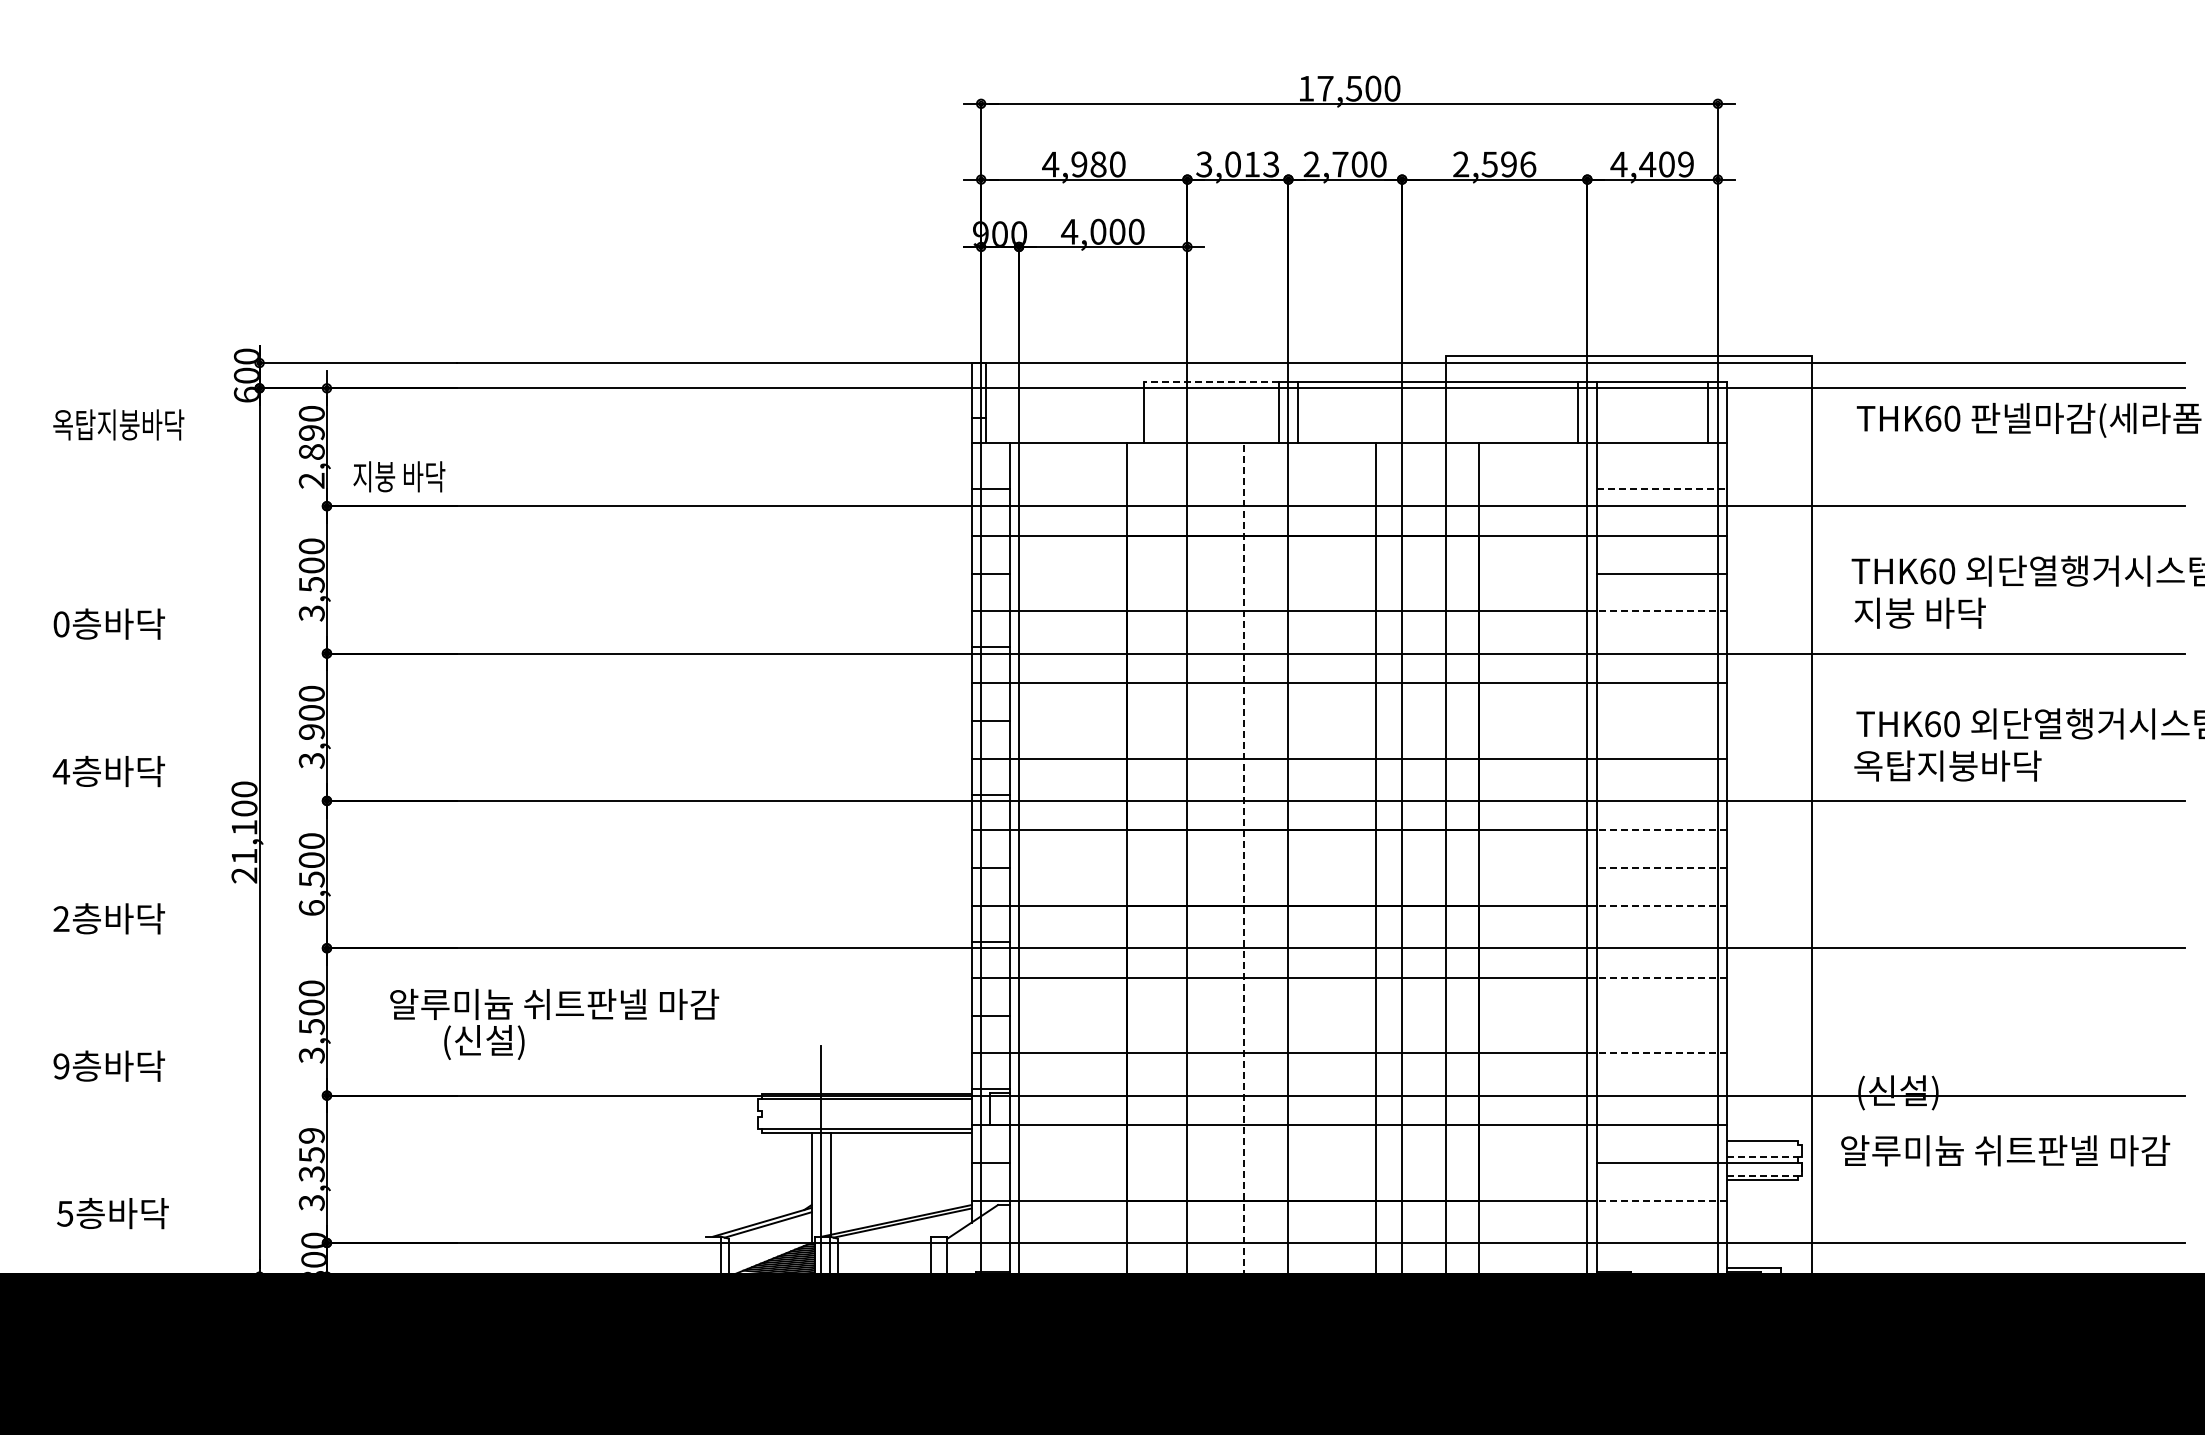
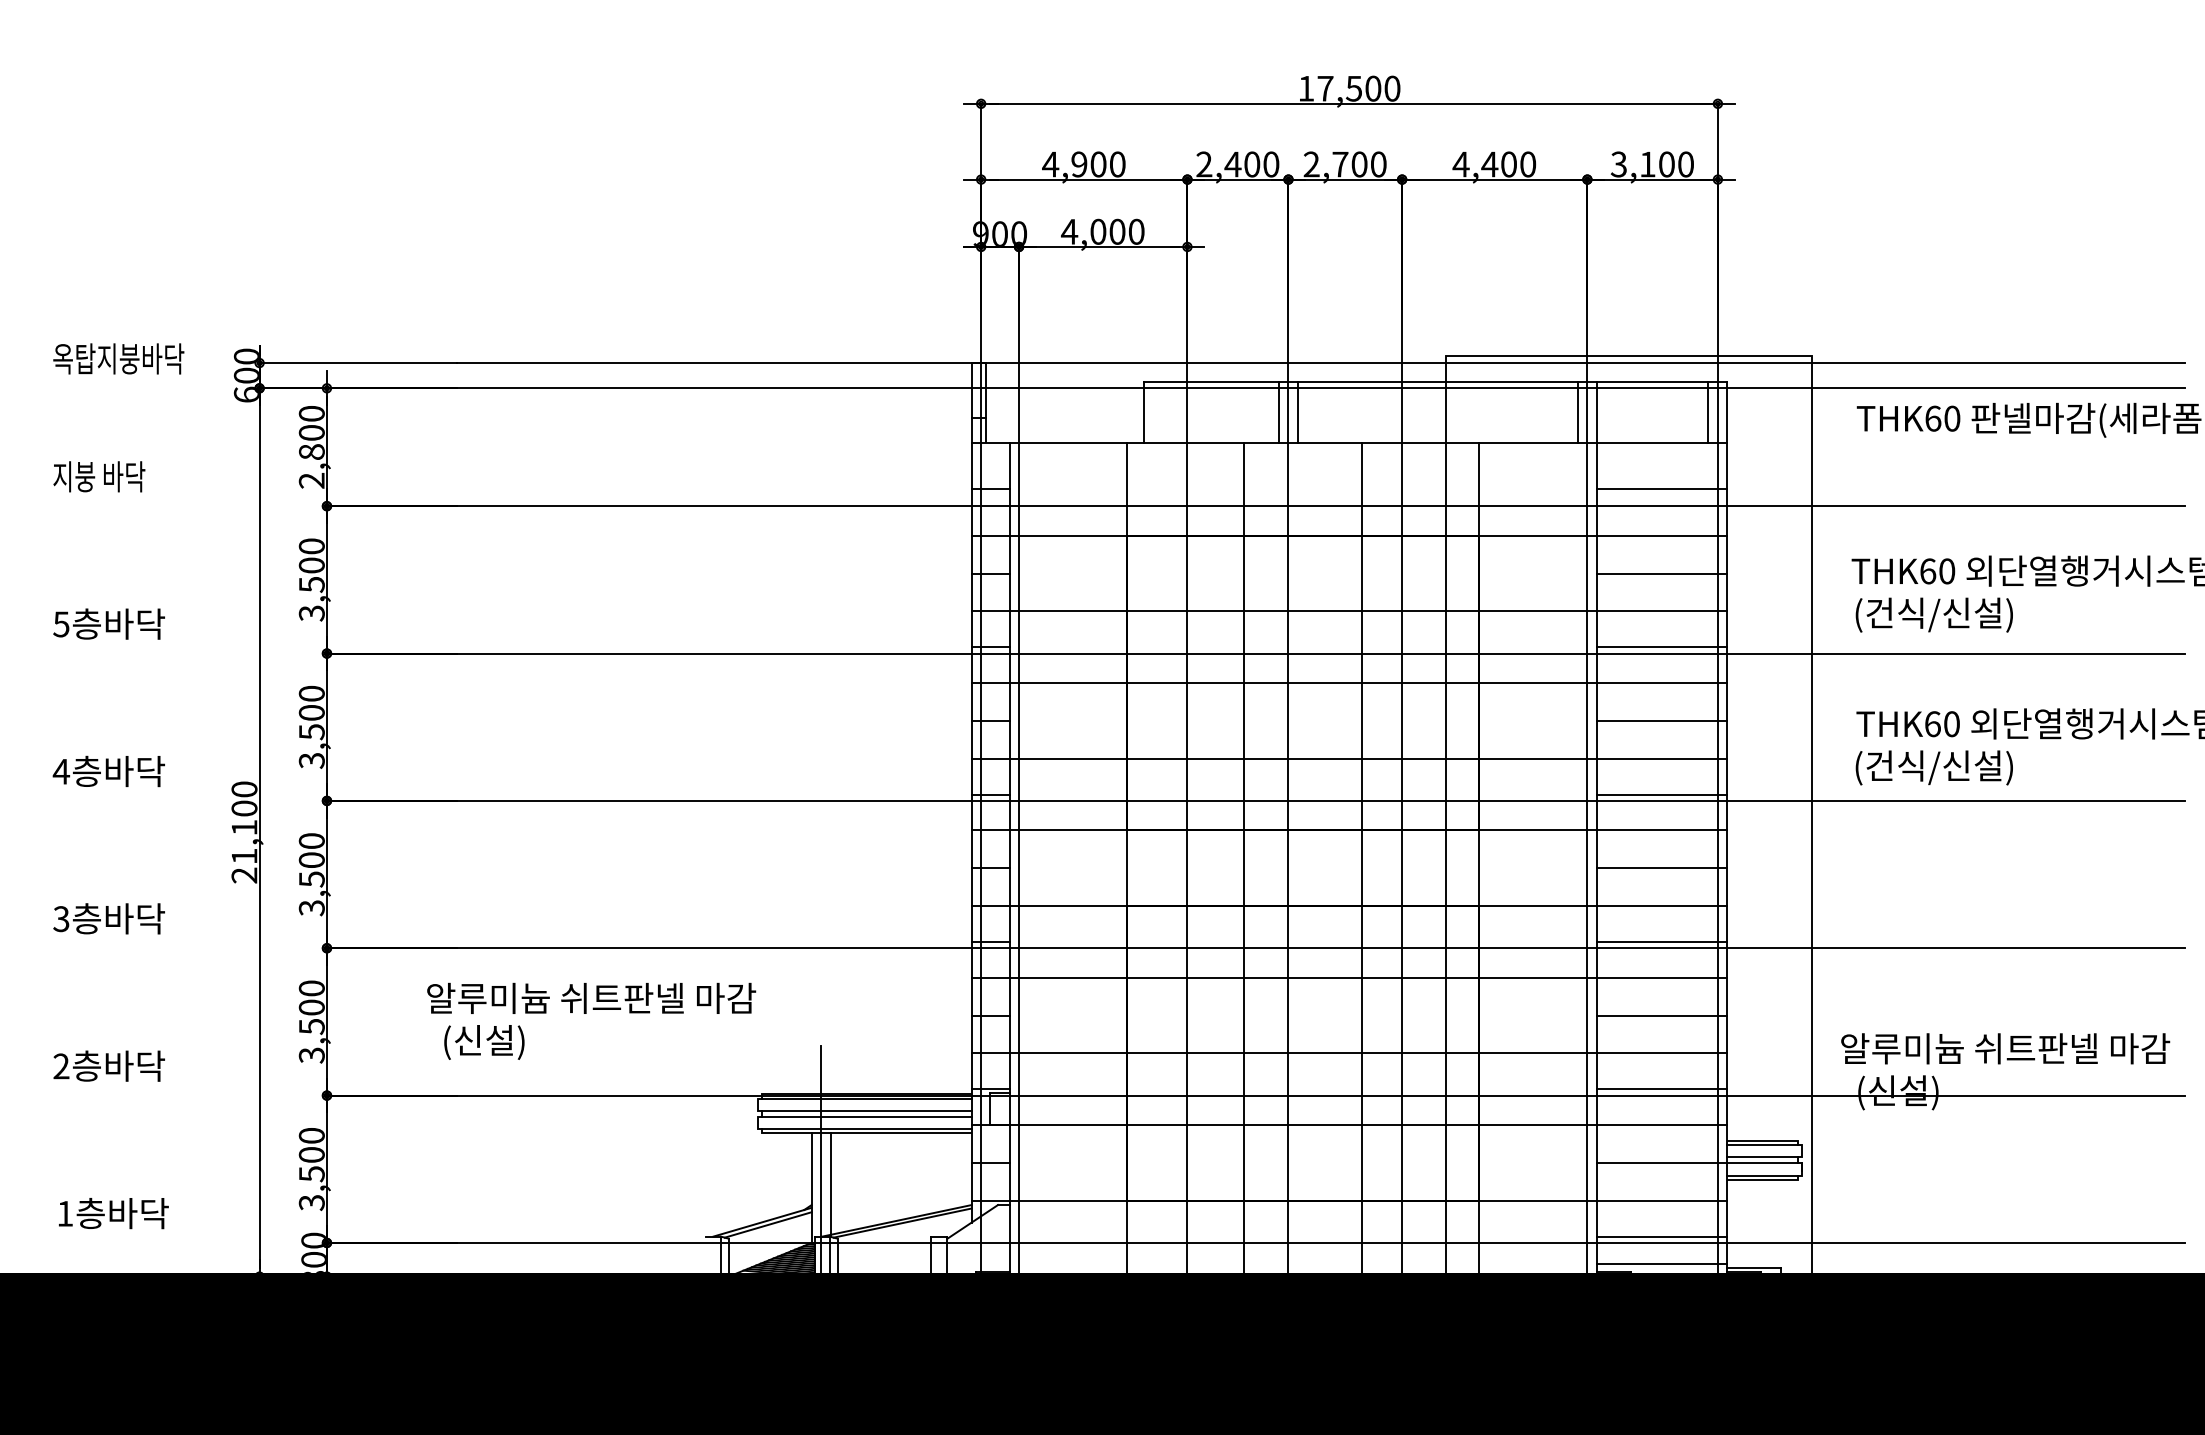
text at (1098, 164): 4,980 -> 4,900
text at (1237, 164): 3,013 -> 2,400
text at (1494, 164): 2,596 -> 4,400
text at (1651, 164): 4,409 -> 3,100
line at (1211, 382): dashed -> solid
text at (118, 424) position: (118, 424) -> (118, 358)
text at (311, 432): 2,890 -> 2,800
text at (399, 476) position: (399, 476) -> (99, 476)
line at (1662, 489): dashed -> solid
line at (1661, 611): dashed -> solid
text at (1933, 614): 지붕 바닥 -> (건식/신설)
text at (61, 624): 0 -> 5
line at (1661, 647): none -> present
line at (1661, 720): none -> present
text at (311, 732): 3,900 -> 3,500
text at (1947, 767): 옥탑지붕바닥 -> (건식/신설)
line at (1661, 794): none -> present
line at (1661, 830): dashed -> solid
line at (1244, 859): dashed -> solid
line at (1375, 859) position: (1375, 859) -> (1361, 859)
line at (1661, 868): dashed -> solid
line at (1661, 906): dashed -> solid
text at (311, 908): 6,500 -> 3,500
text at (61, 919): 2 -> 3
line at (1661, 941): none -> present
line at (1661, 977): dashed -> solid
text at (554, 1003) position: (554, 1003) -> (591, 997)
line at (1661, 1015): none -> present
line at (1661, 1053): dashed -> solid
text at (61, 1066): 9 -> 2
line at (1661, 1089): none -> present
line at (866, 1111): none -> present
line at (866, 1116): none -> present
line at (1762, 1144): none -> present
text at (2005, 1150) position: (2005, 1150) -> (2005, 1048)
text at (311, 1154): 3,359 -> 3,500
line at (1763, 1157): dashed -> solid
line at (1763, 1175): dashed -> solid
line at (1661, 1200): dashed -> solid
text at (65, 1213): 5 -> 1
line at (1661, 1236): none -> present
line at (1661, 1263): none -> present
